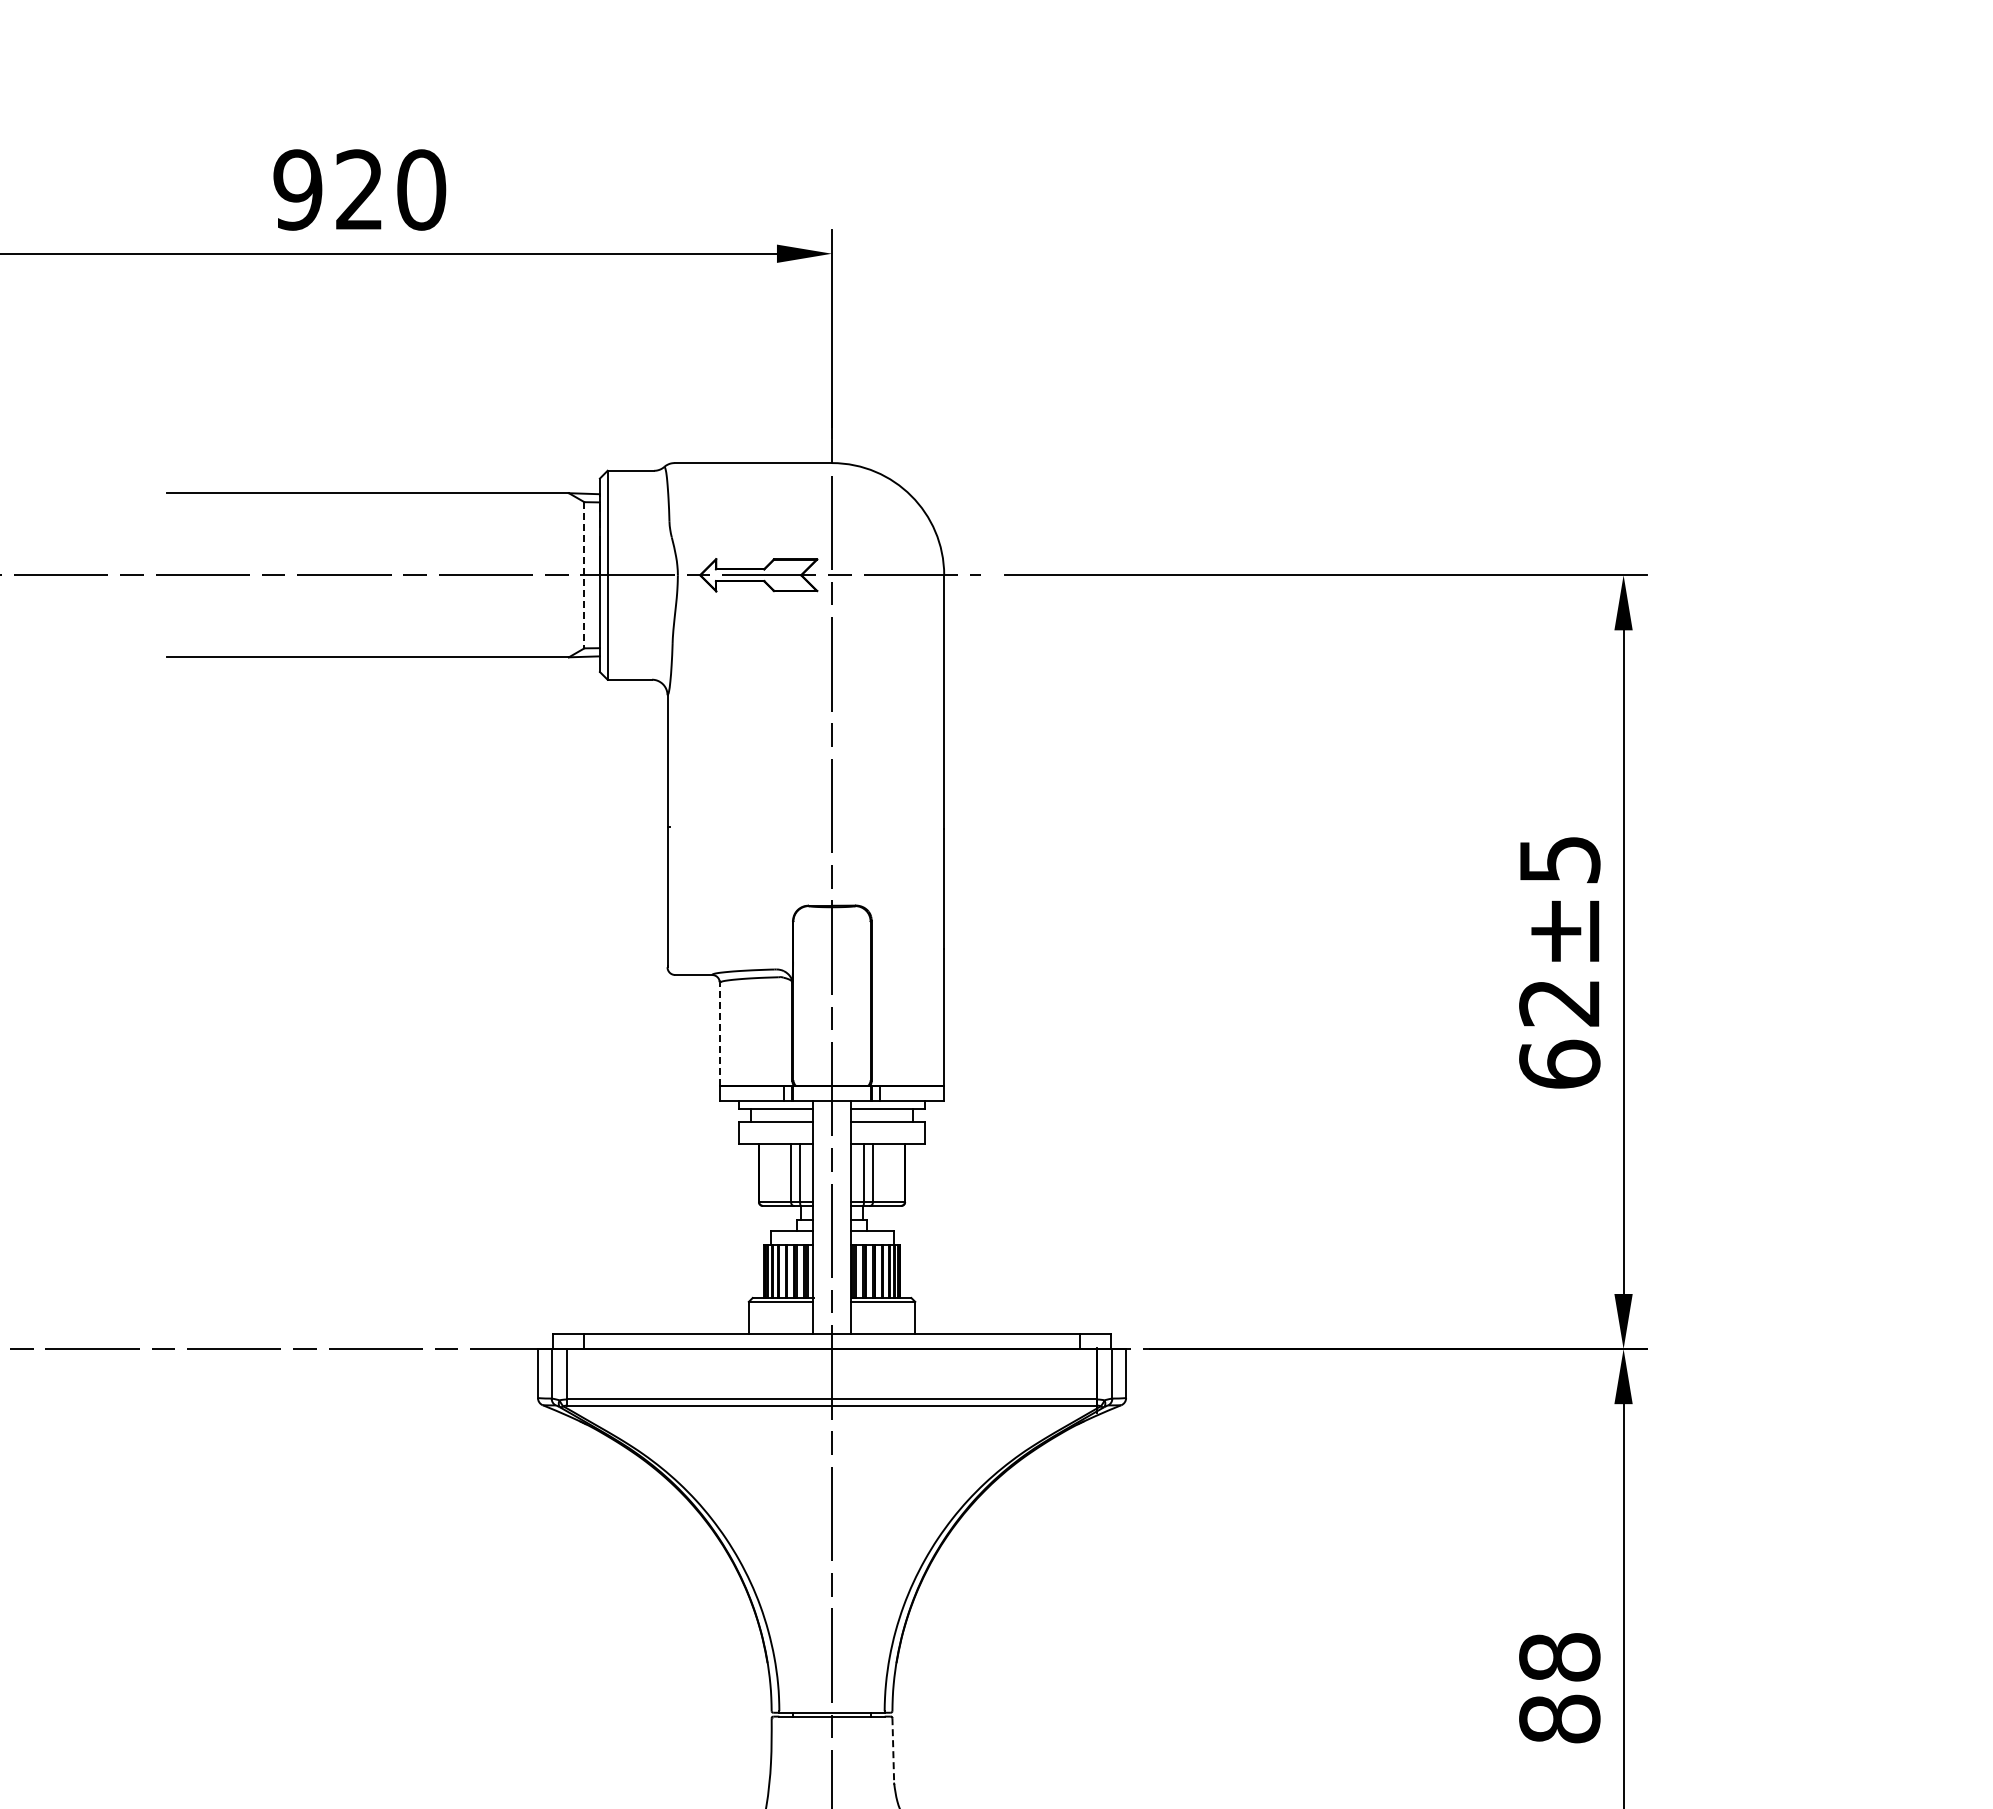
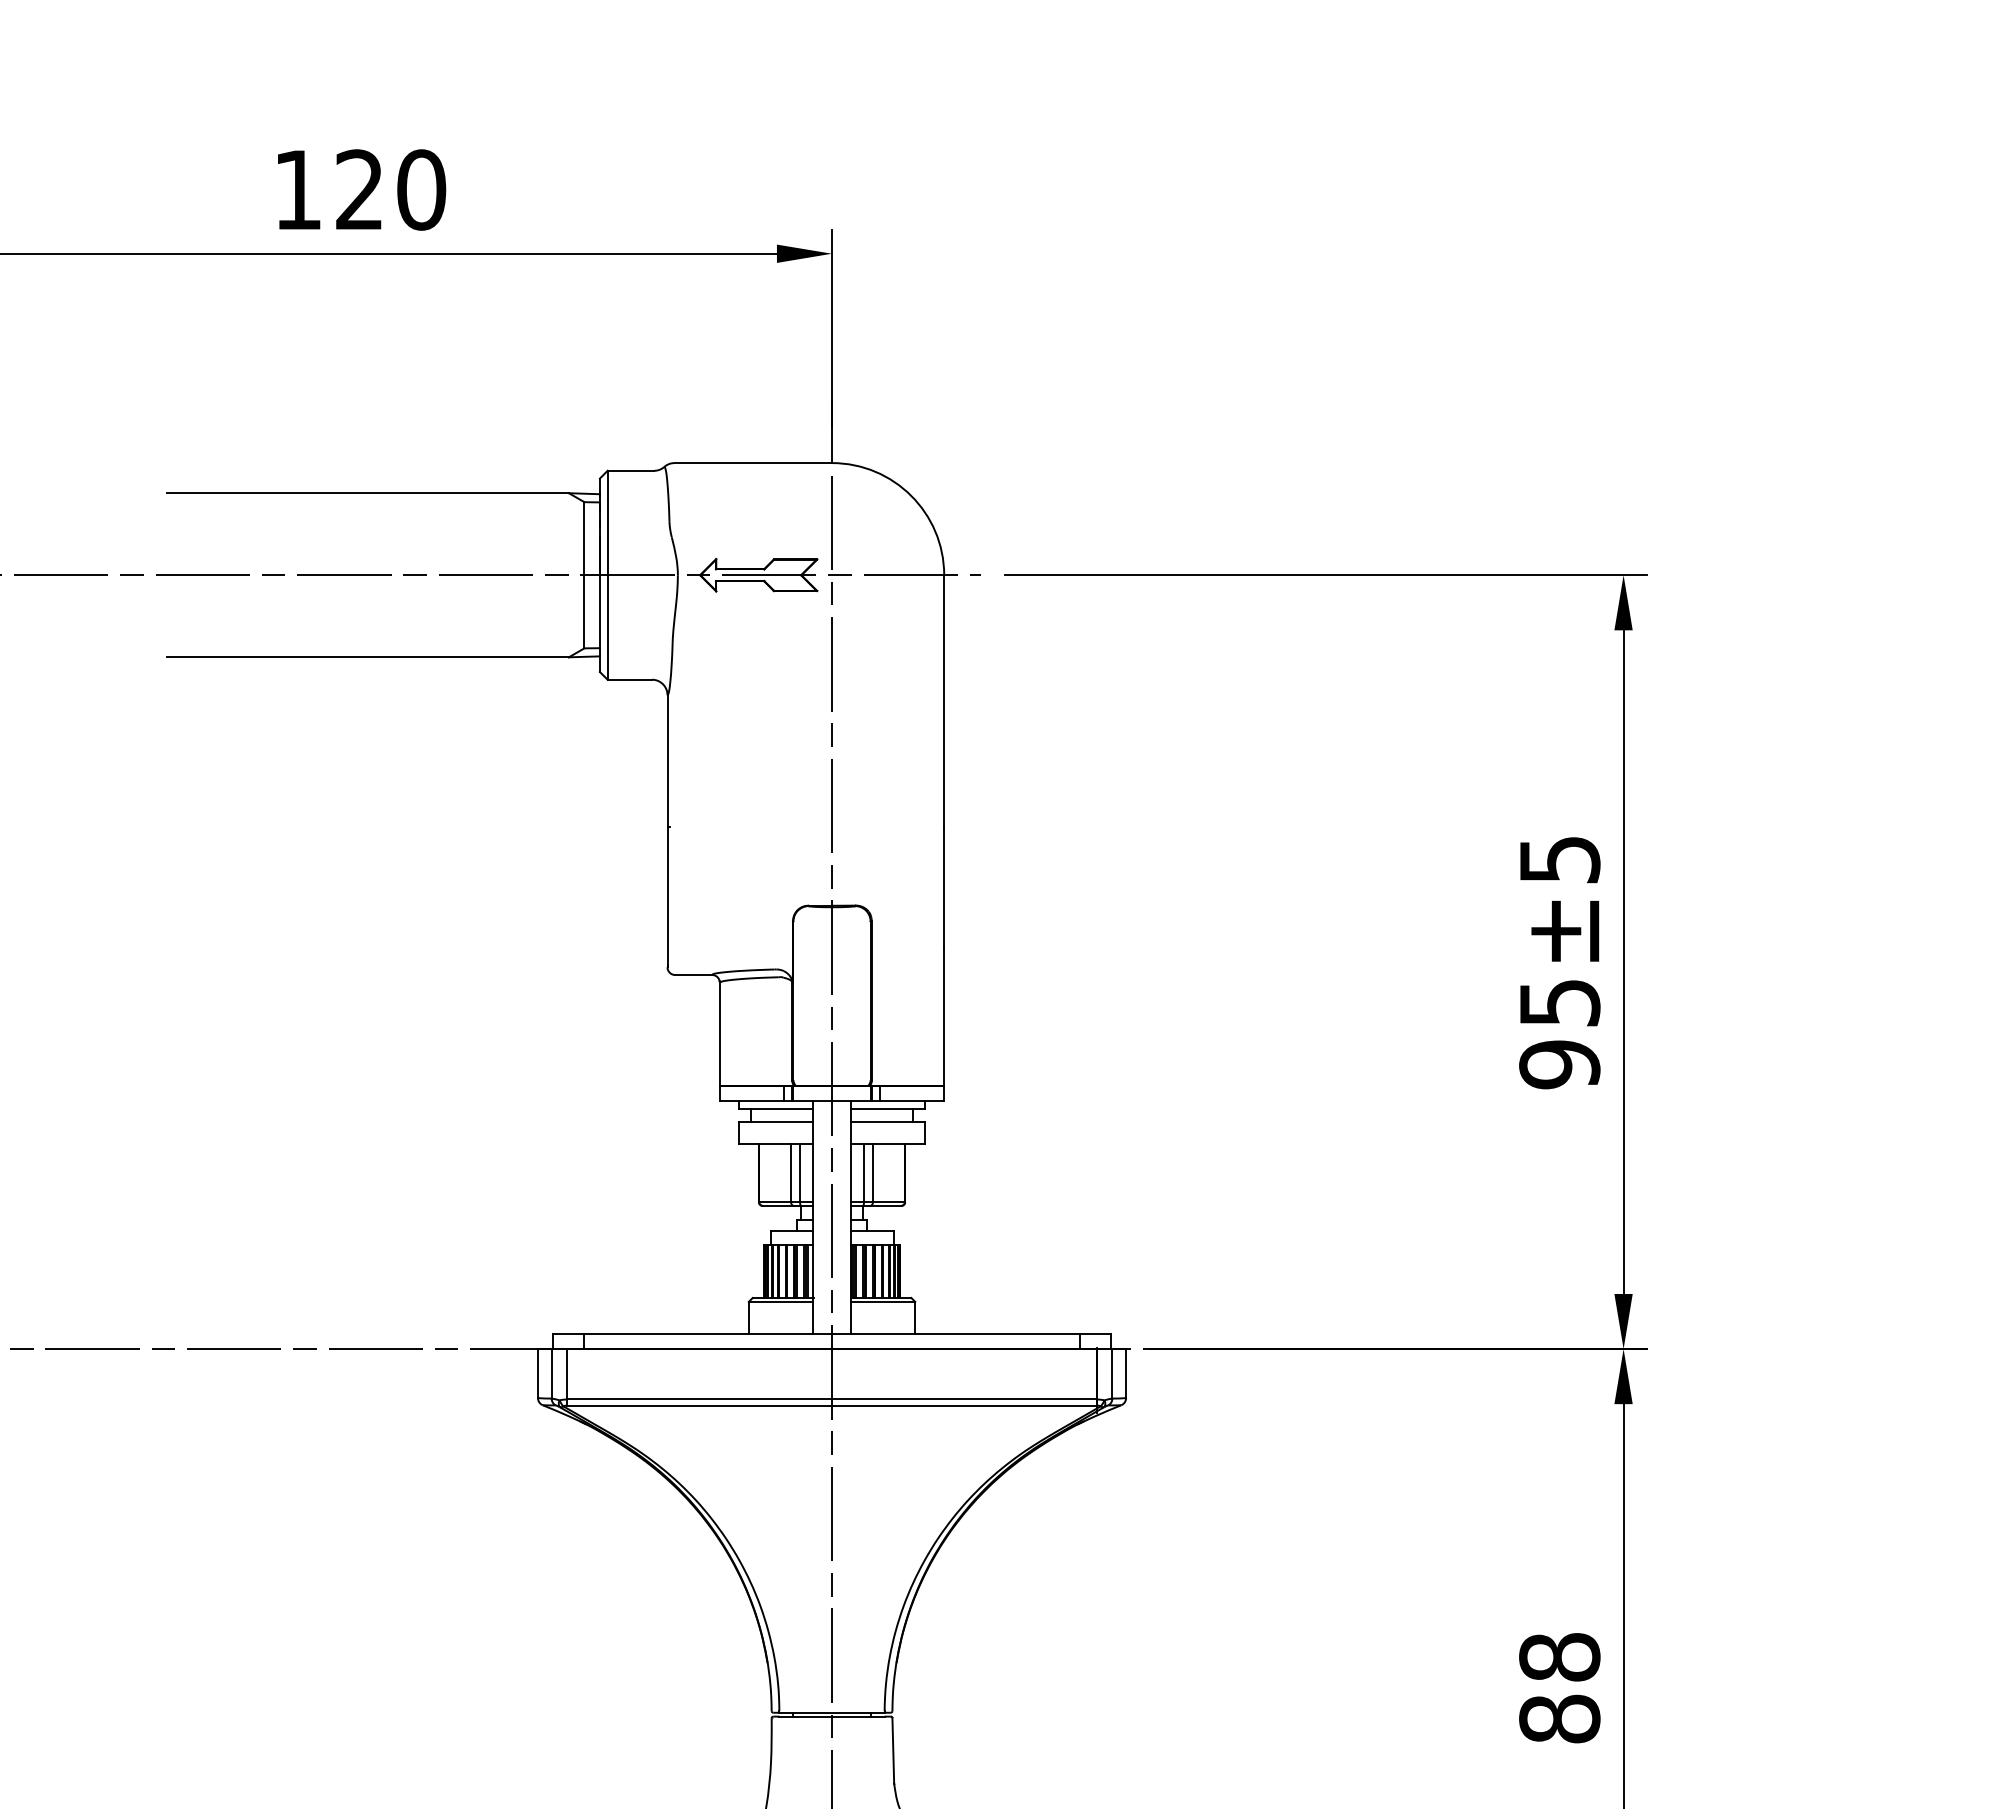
text at (297, 189): 920 -> 120
line at (584, 575): dashed -> solid
line at (719, 1034): dashed -> solid
text at (1559, 1034): 62±5 -> 95±5
line at (893, 1750): dashed -> solid
